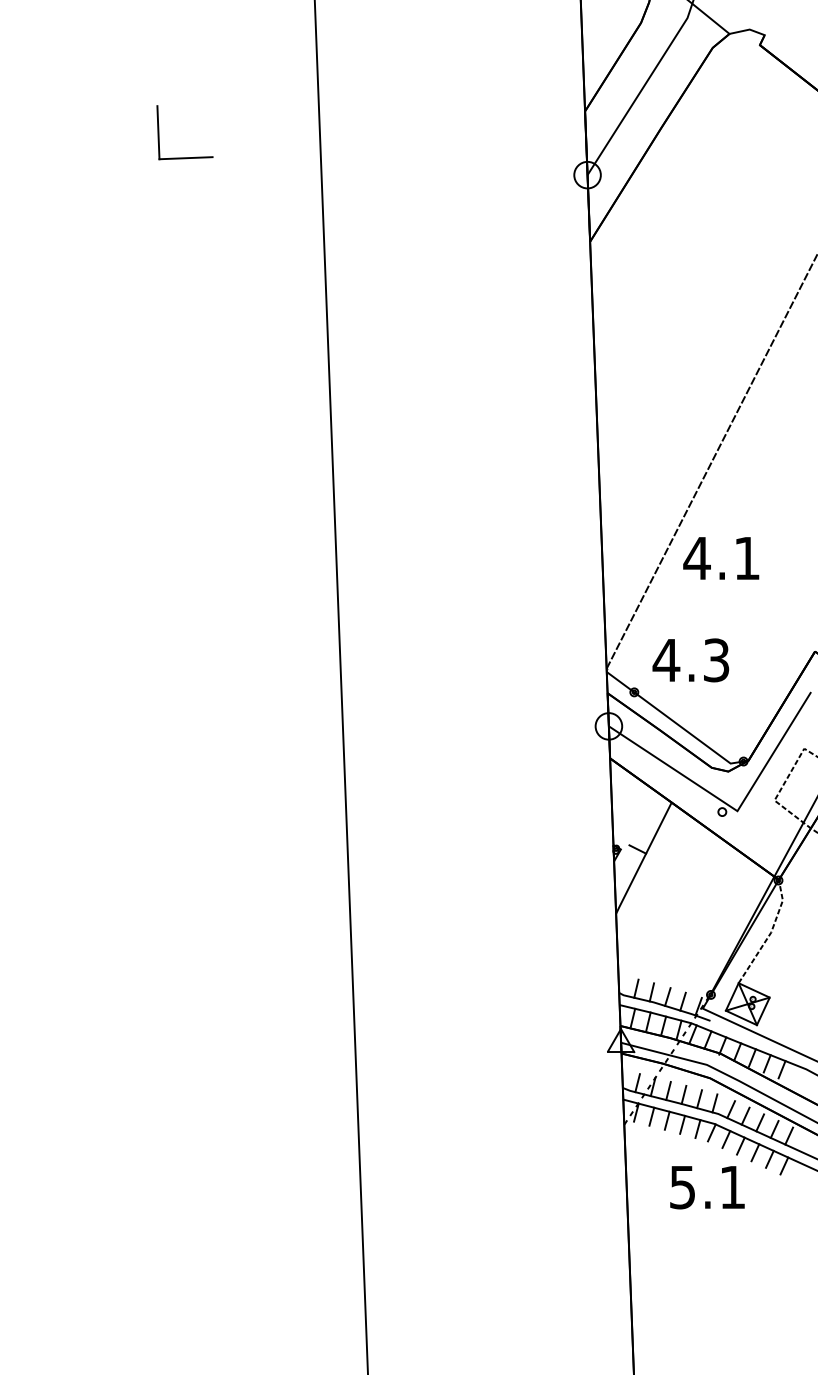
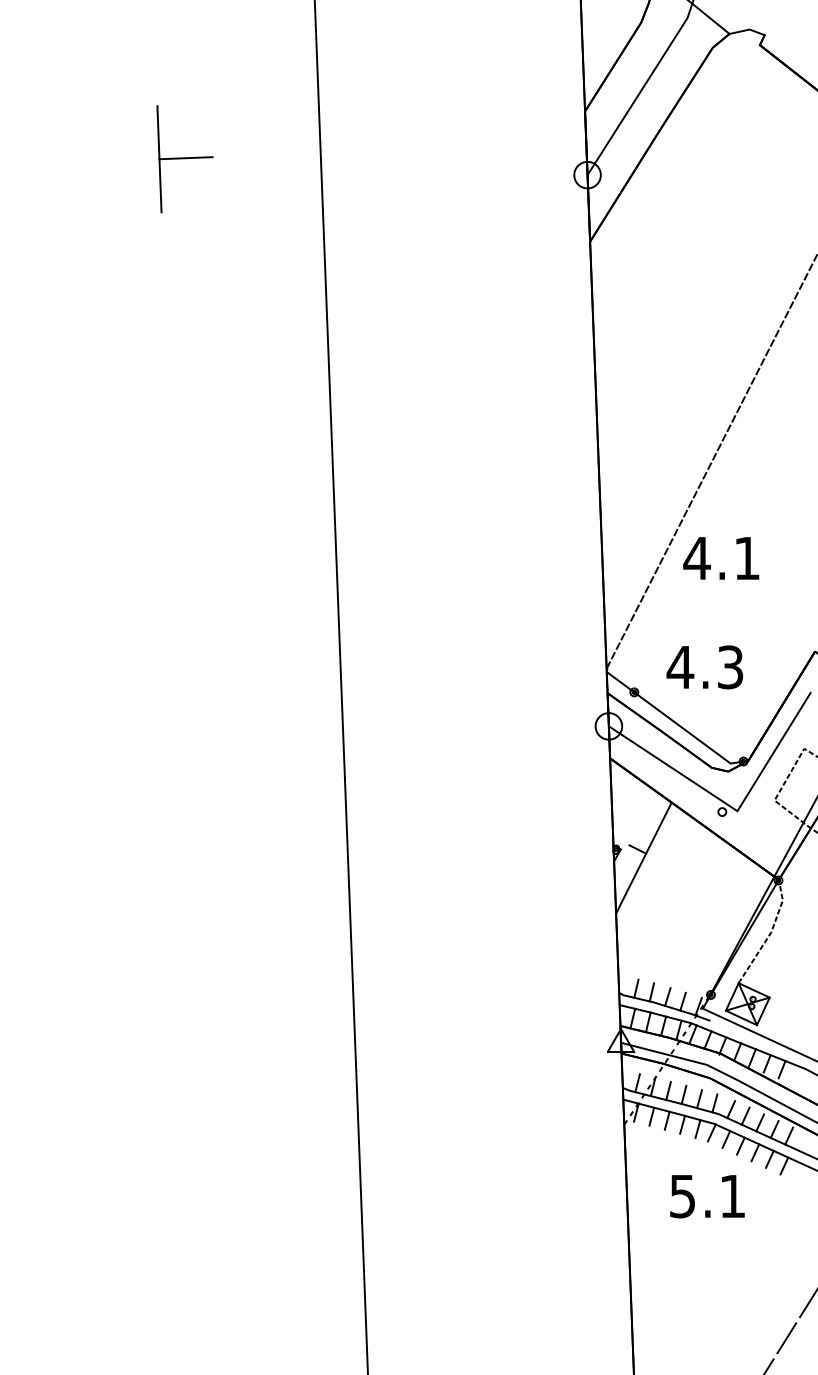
line at (160, 185): none -> present
text at (690, 660) position: (690, 660) -> (704, 667)
text at (707, 1187) position: (707, 1187) -> (707, 1196)
line at (790, 1332): none -> present
